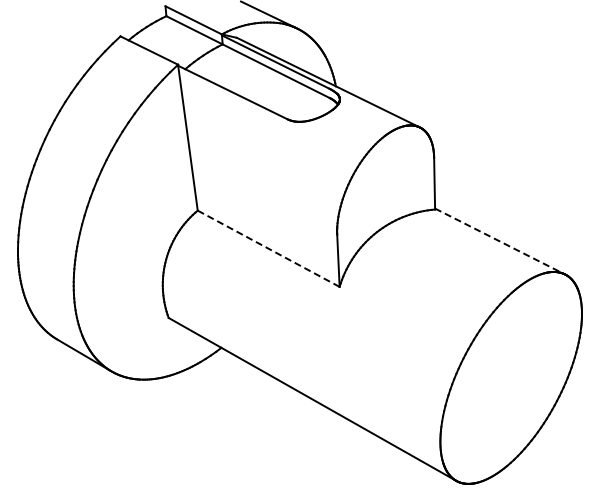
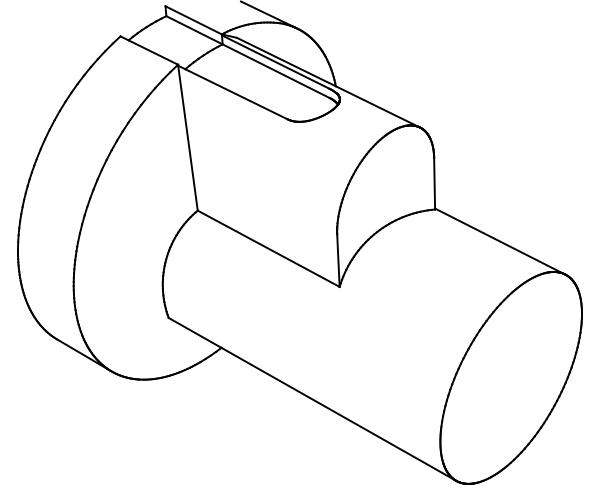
line at (500, 241): dashed -> solid
line at (268, 248): dashed -> solid
